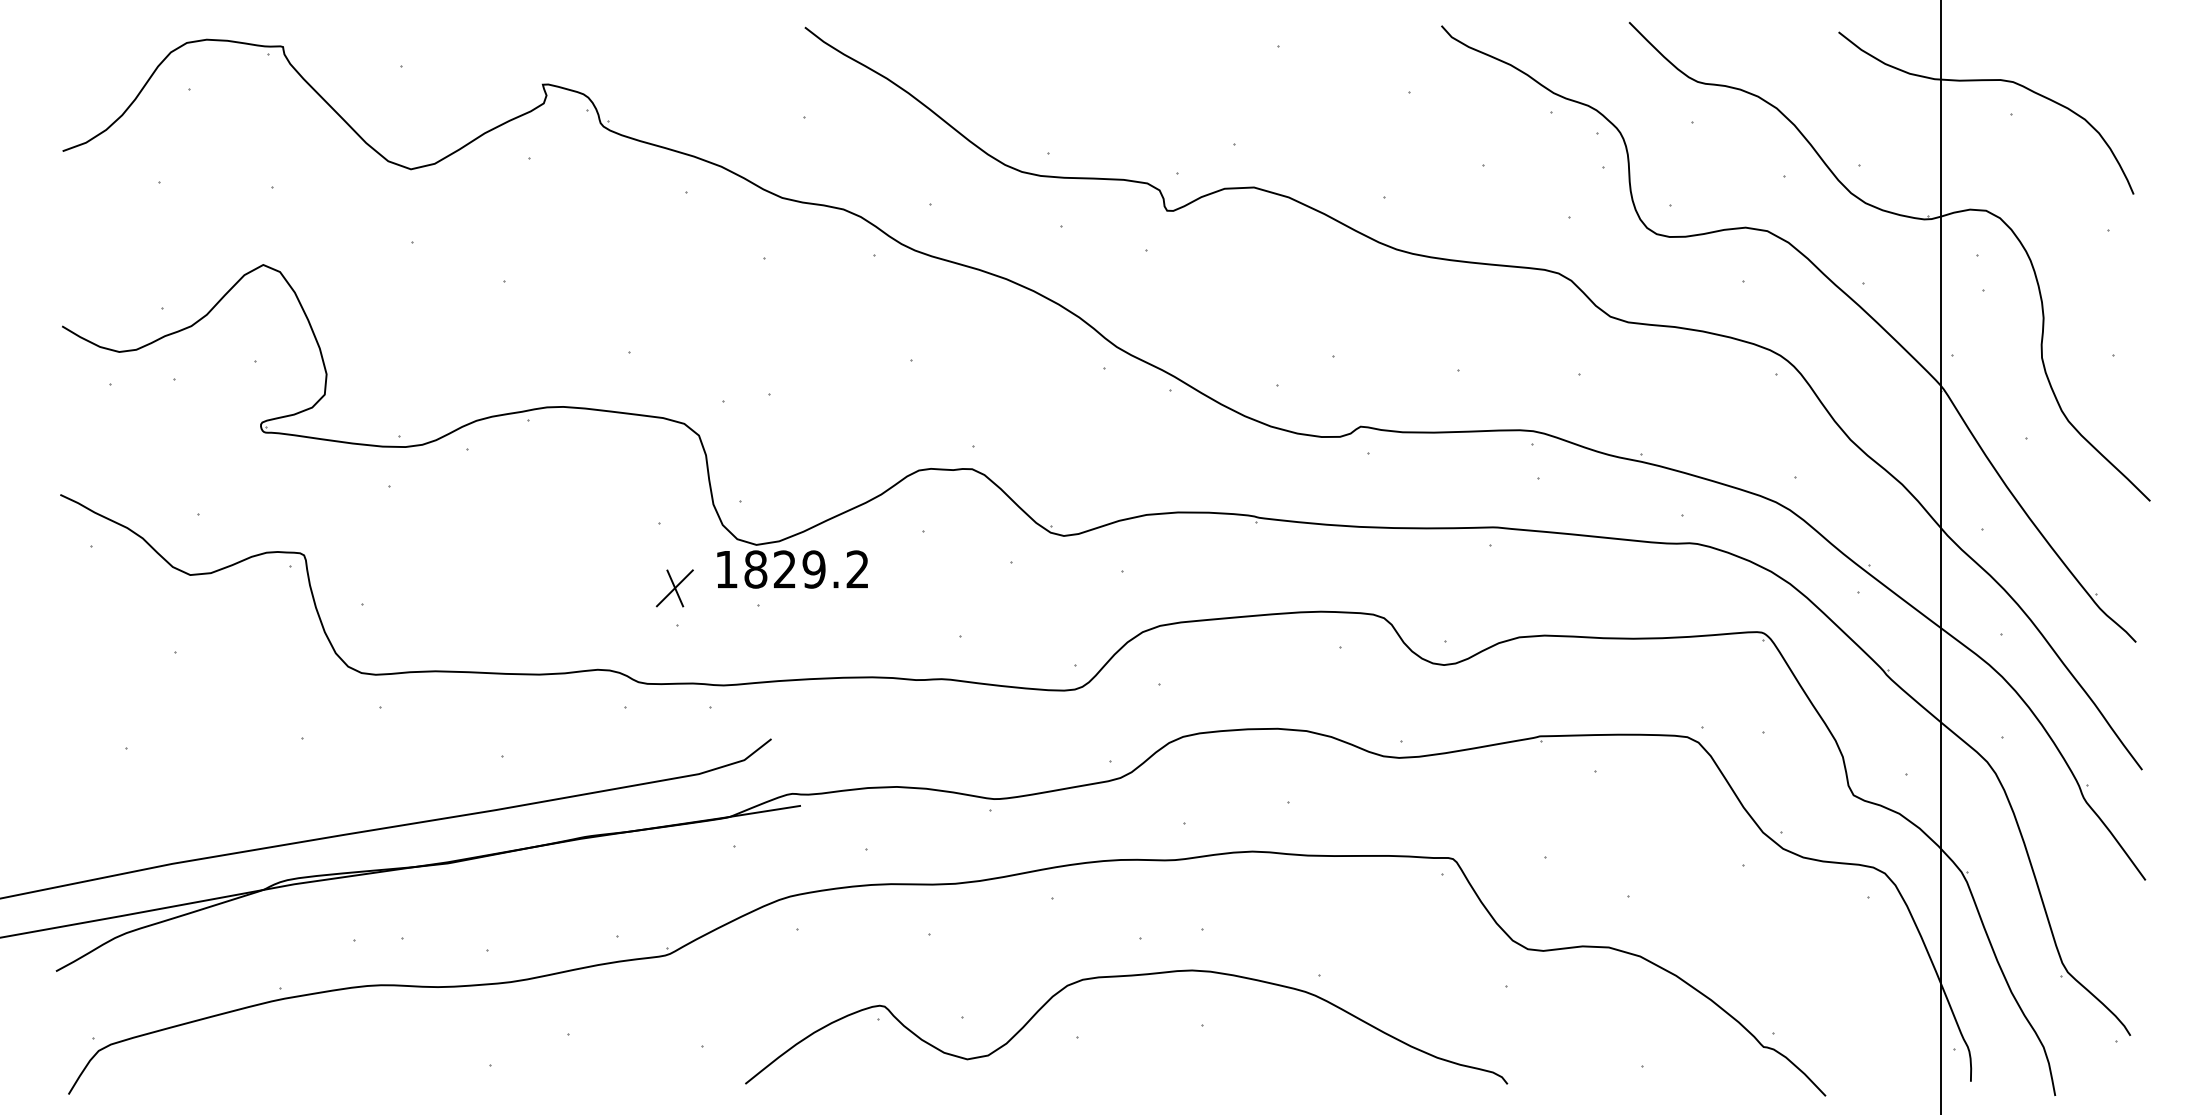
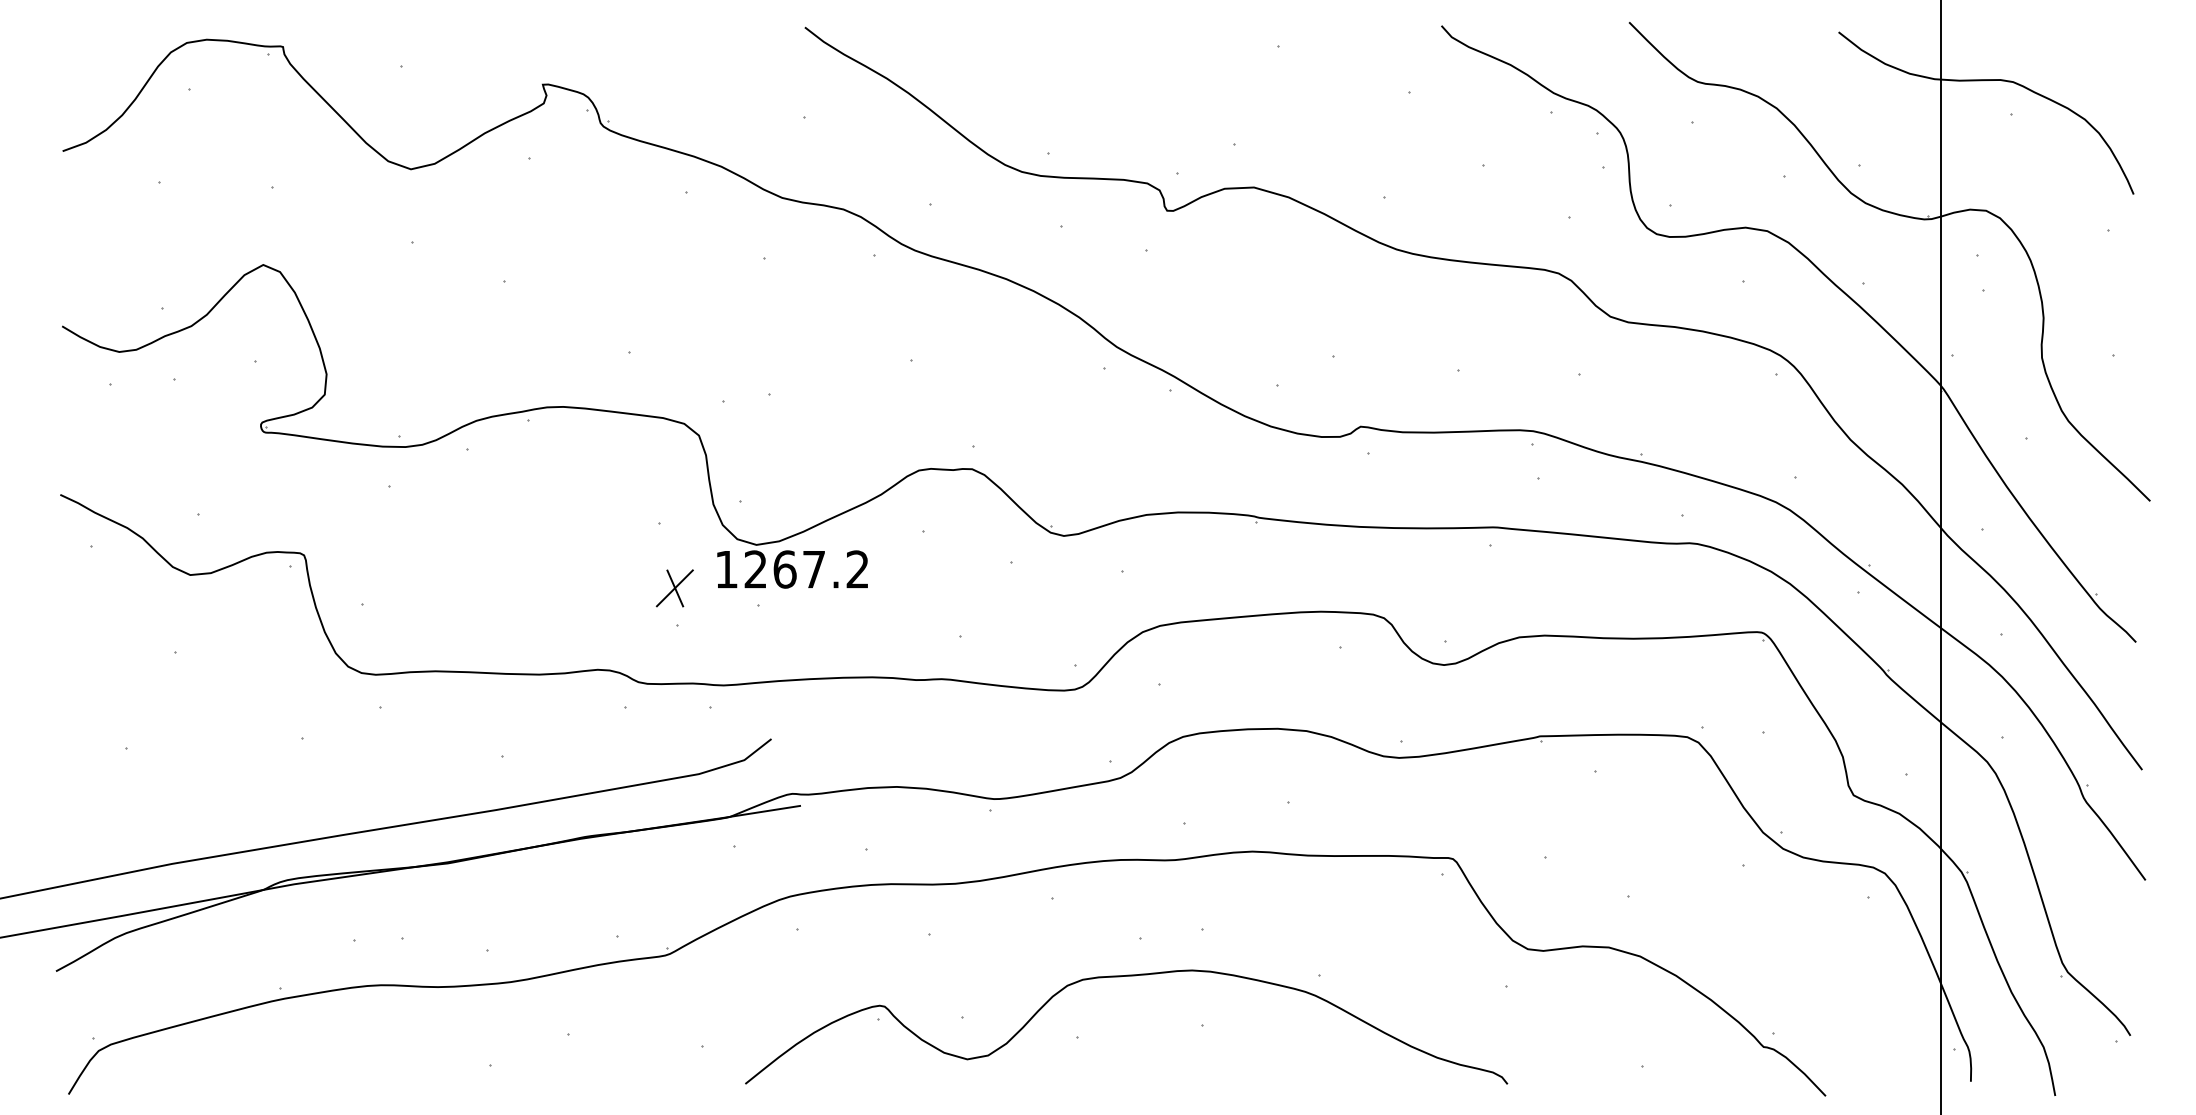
text at (784, 569): 1829.2 -> 1267.2
